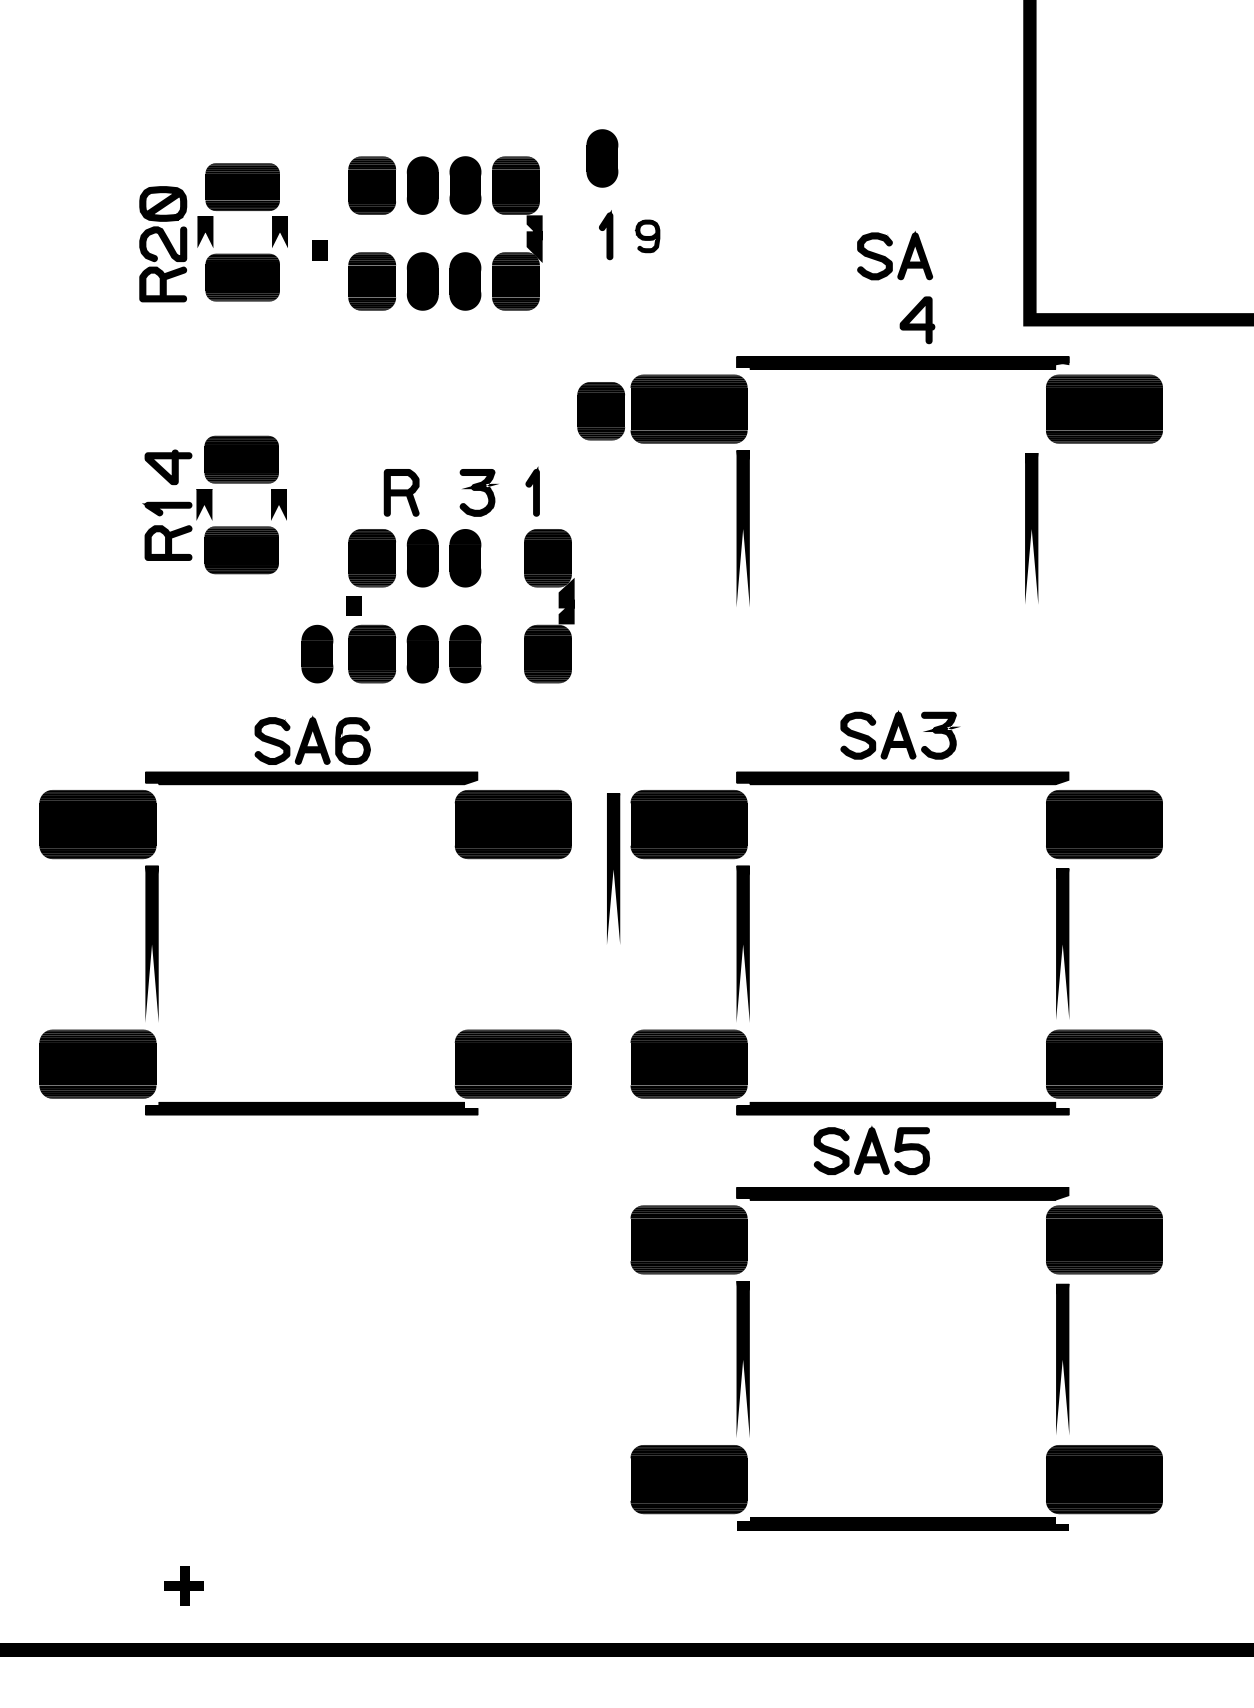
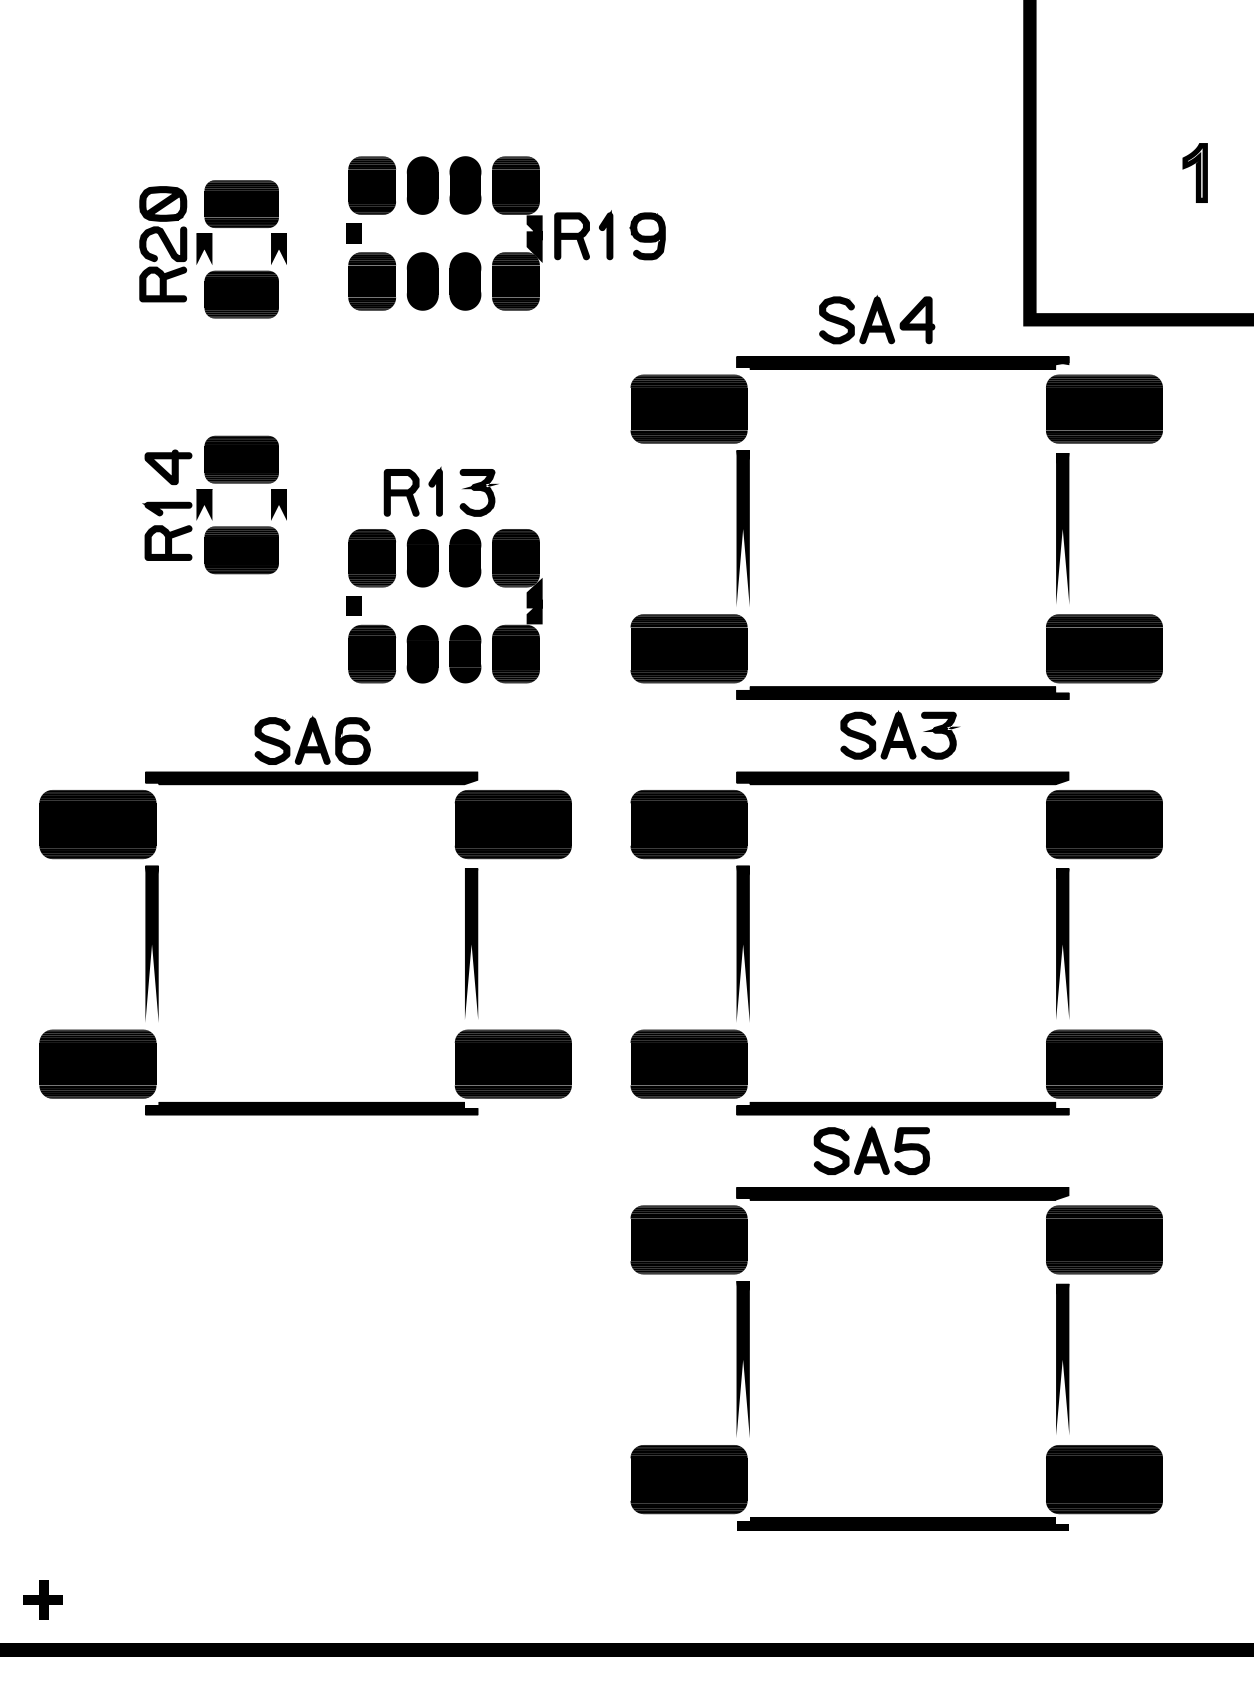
part at (602, 158): present -> none
part at (1194, 172): none -> present
part at (571, 236): none -> present
part at (647, 236) size: 26x35 px -> 37x49 px
part at (319, 250) position: (319, 250) -> (353, 233)
part at (242, 253) position: (242, 253) -> (241, 270)
part at (891, 260) position: (891, 260) -> (853, 324)
part at (600, 411): present -> none
part at (532, 491) position: (532, 491) -> (435, 491)
part at (1031, 528) position: (1031, 528) -> (1062, 528)
part at (558, 606) position: (558, 606) -> (526, 606)
part at (317, 653): present -> none
part at (896, 686): none -> present
part at (613, 868) position: (613, 868) -> (471, 943)
part at (183, 1585) position: (183, 1585) -> (42, 1599)
